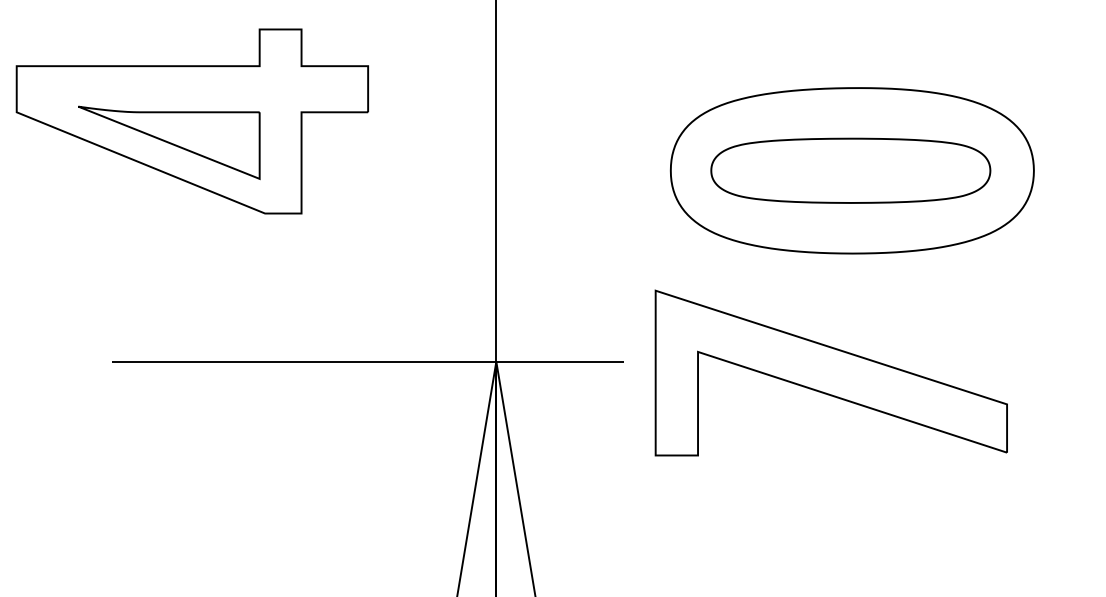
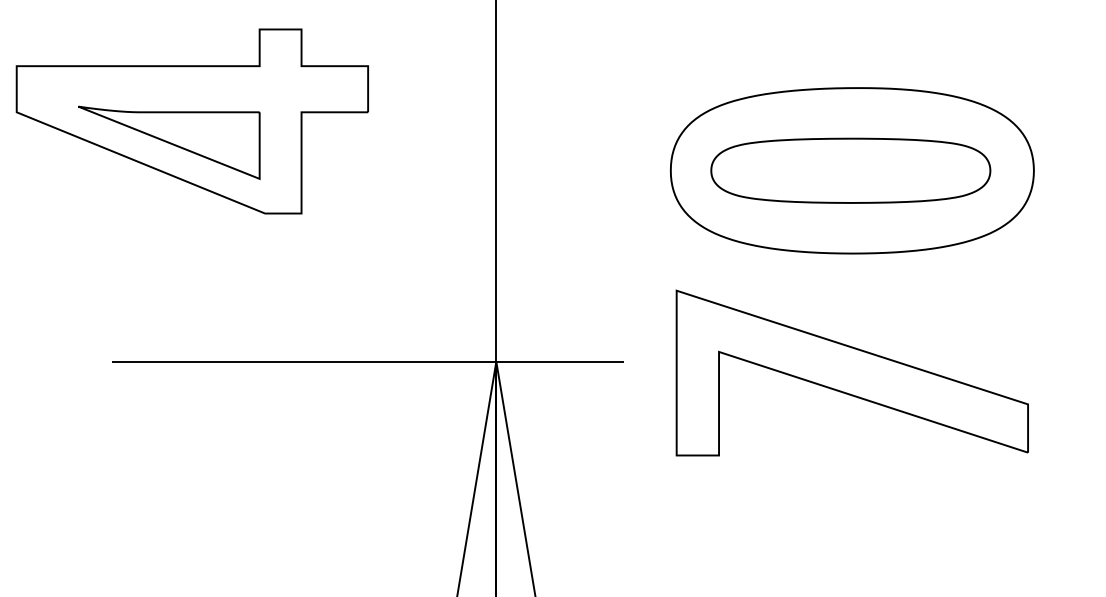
part at (830, 372) position: (830, 372) -> (851, 372)
